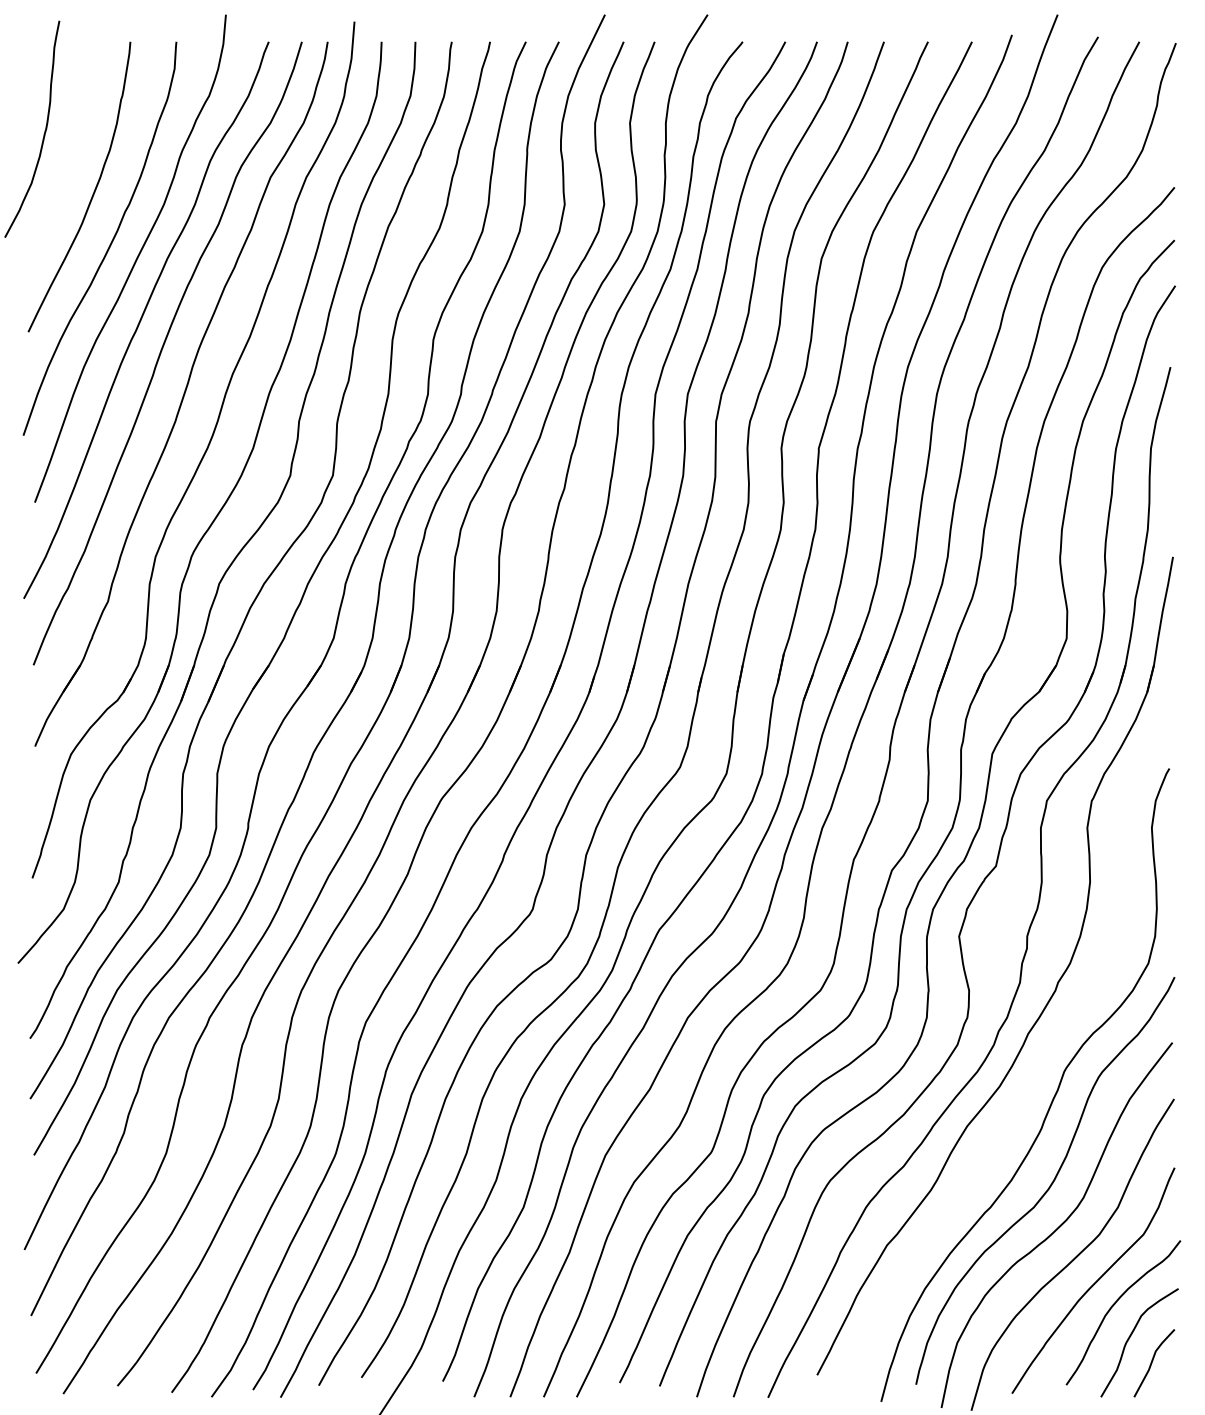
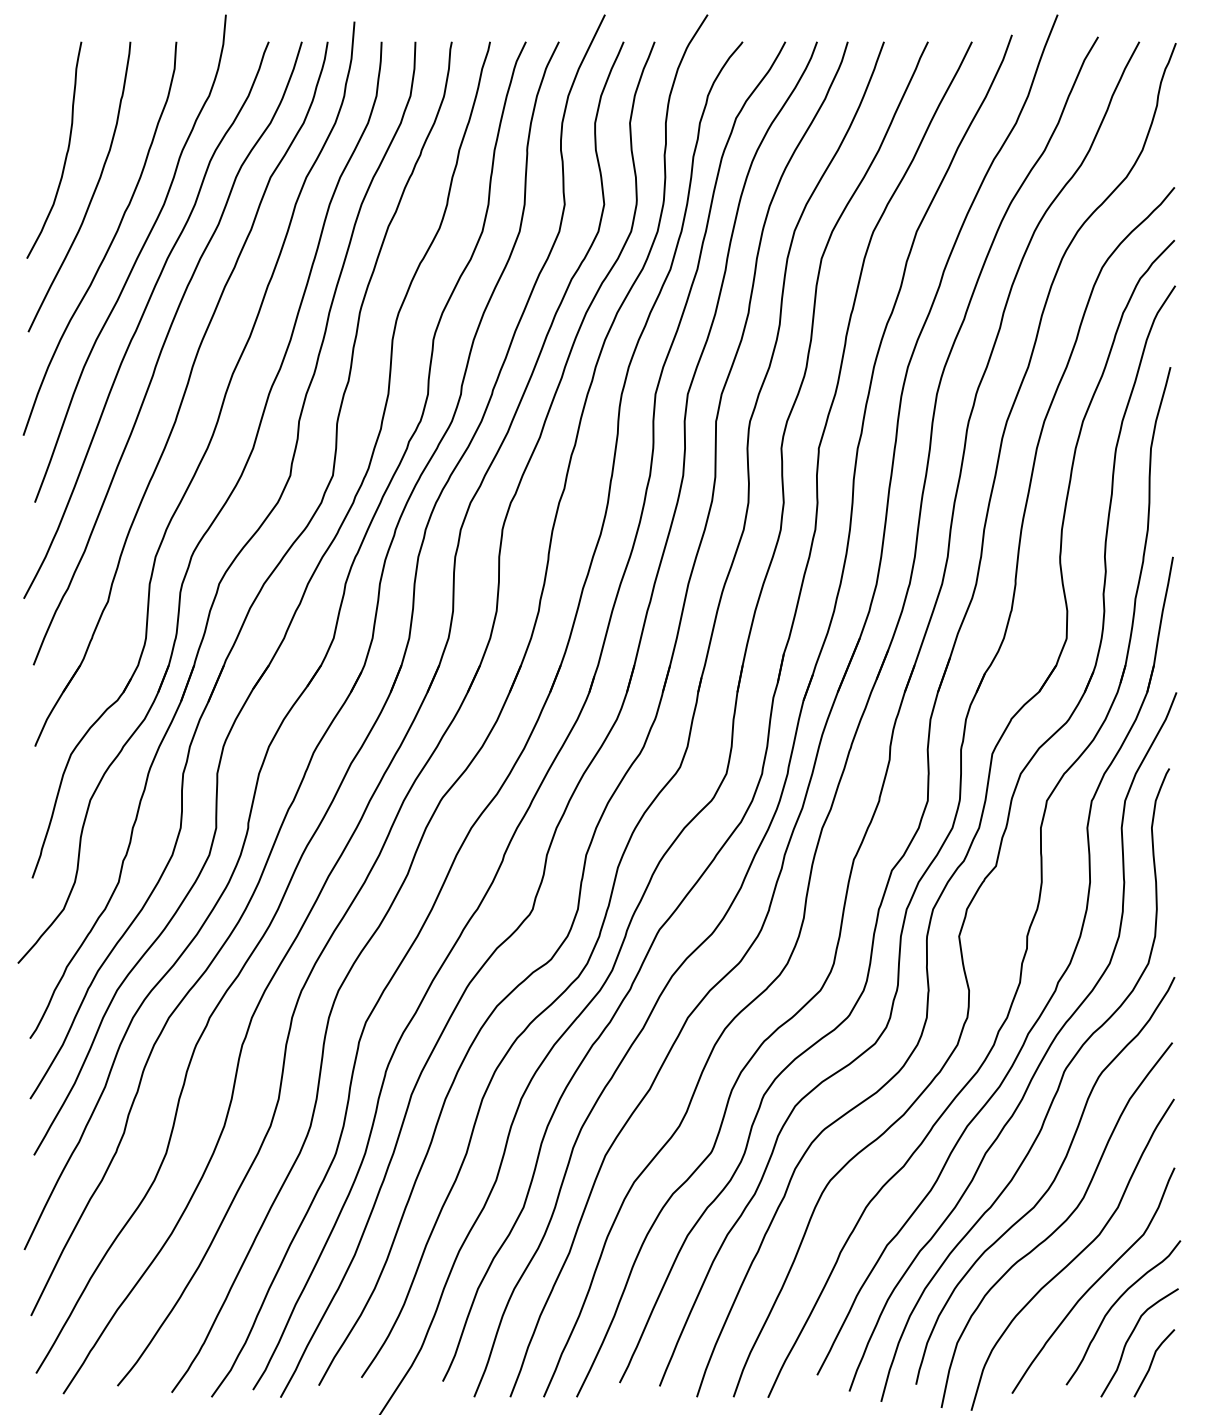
curve at (44, 130) position: (44, 130) -> (66, 151)
curve at (1040, 1060): none -> present
